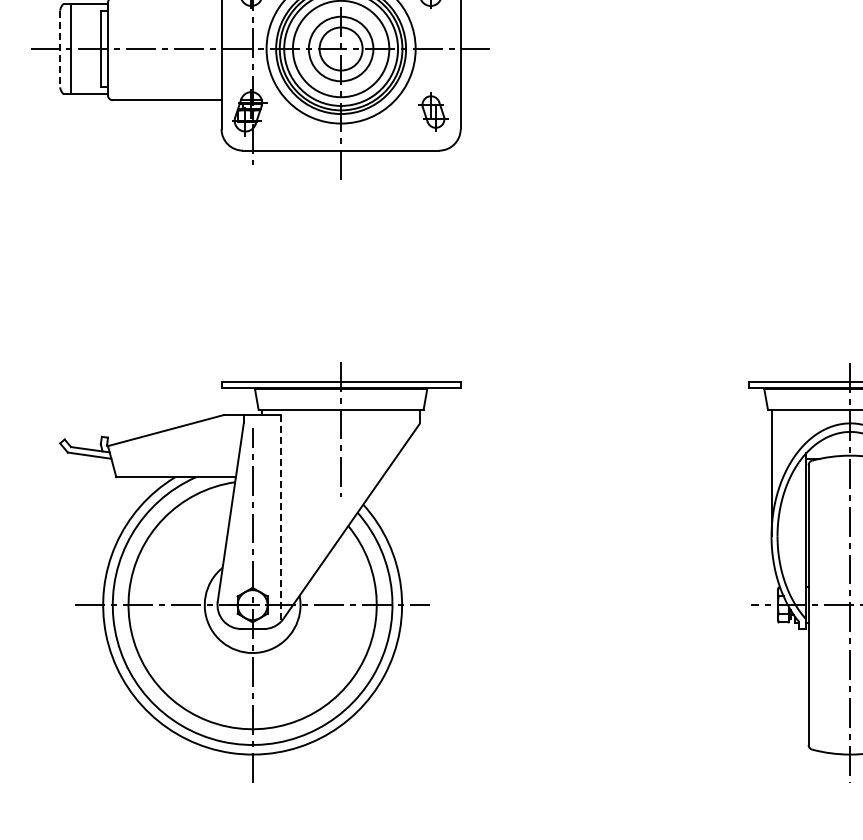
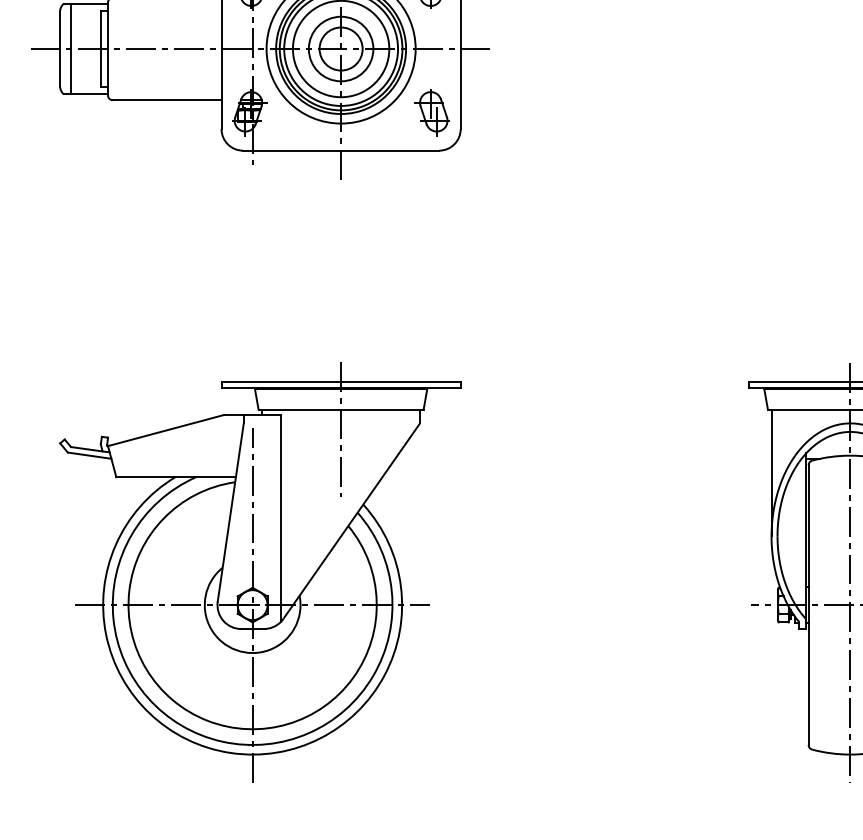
line at (60, 49): dashed -> solid
part at (433, 111) size: 31x40 px -> 36x48 px
line at (281, 518): dashed -> solid
